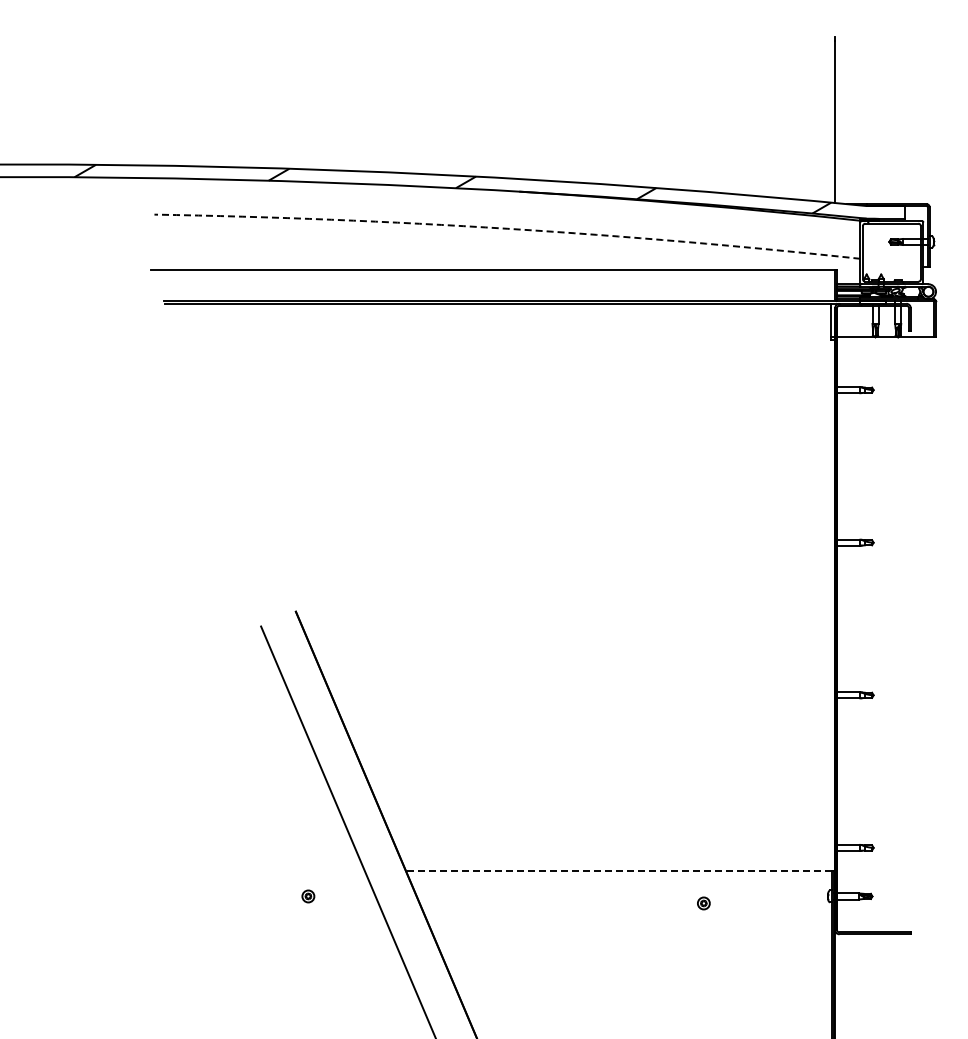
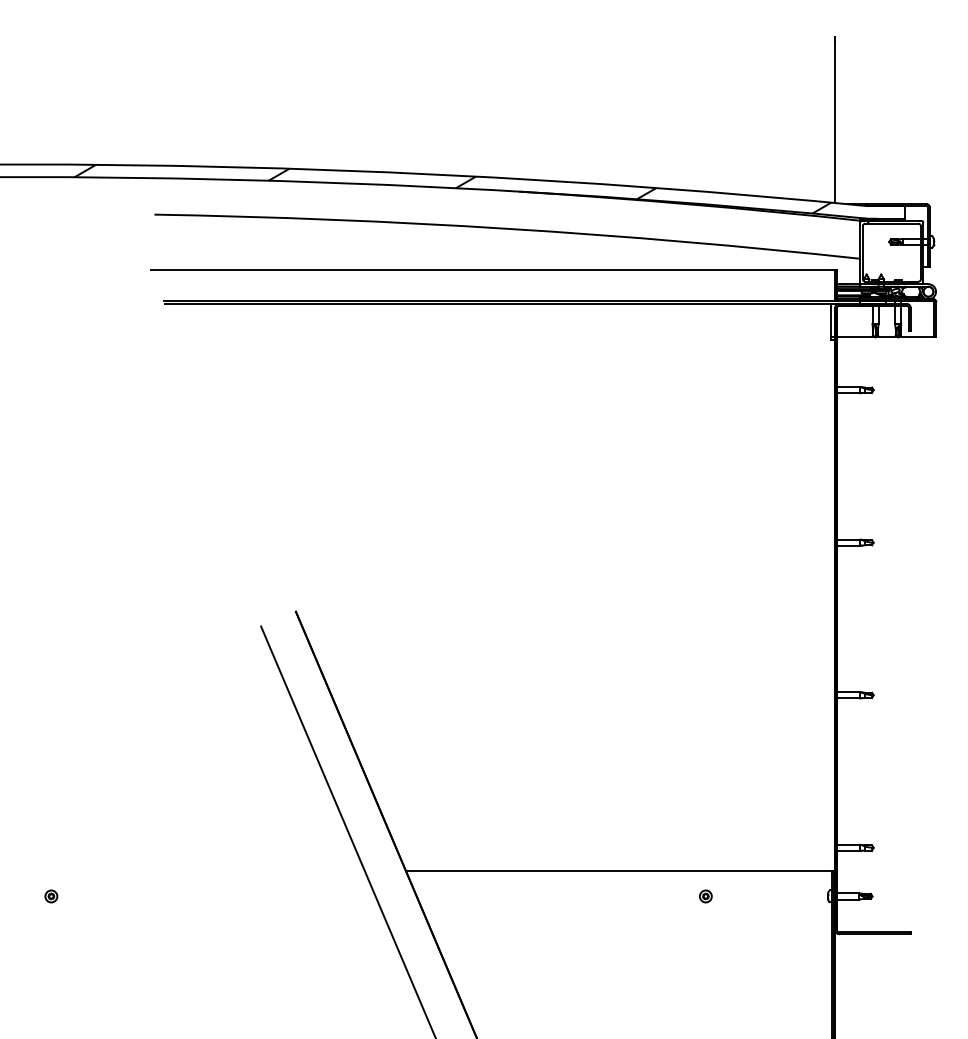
arc at (507, 228): dashed -> solid
line at (618, 871): dashed -> solid
part at (308, 896) position: (308, 896) -> (51, 896)
part at (703, 903) position: (703, 903) -> (705, 896)
